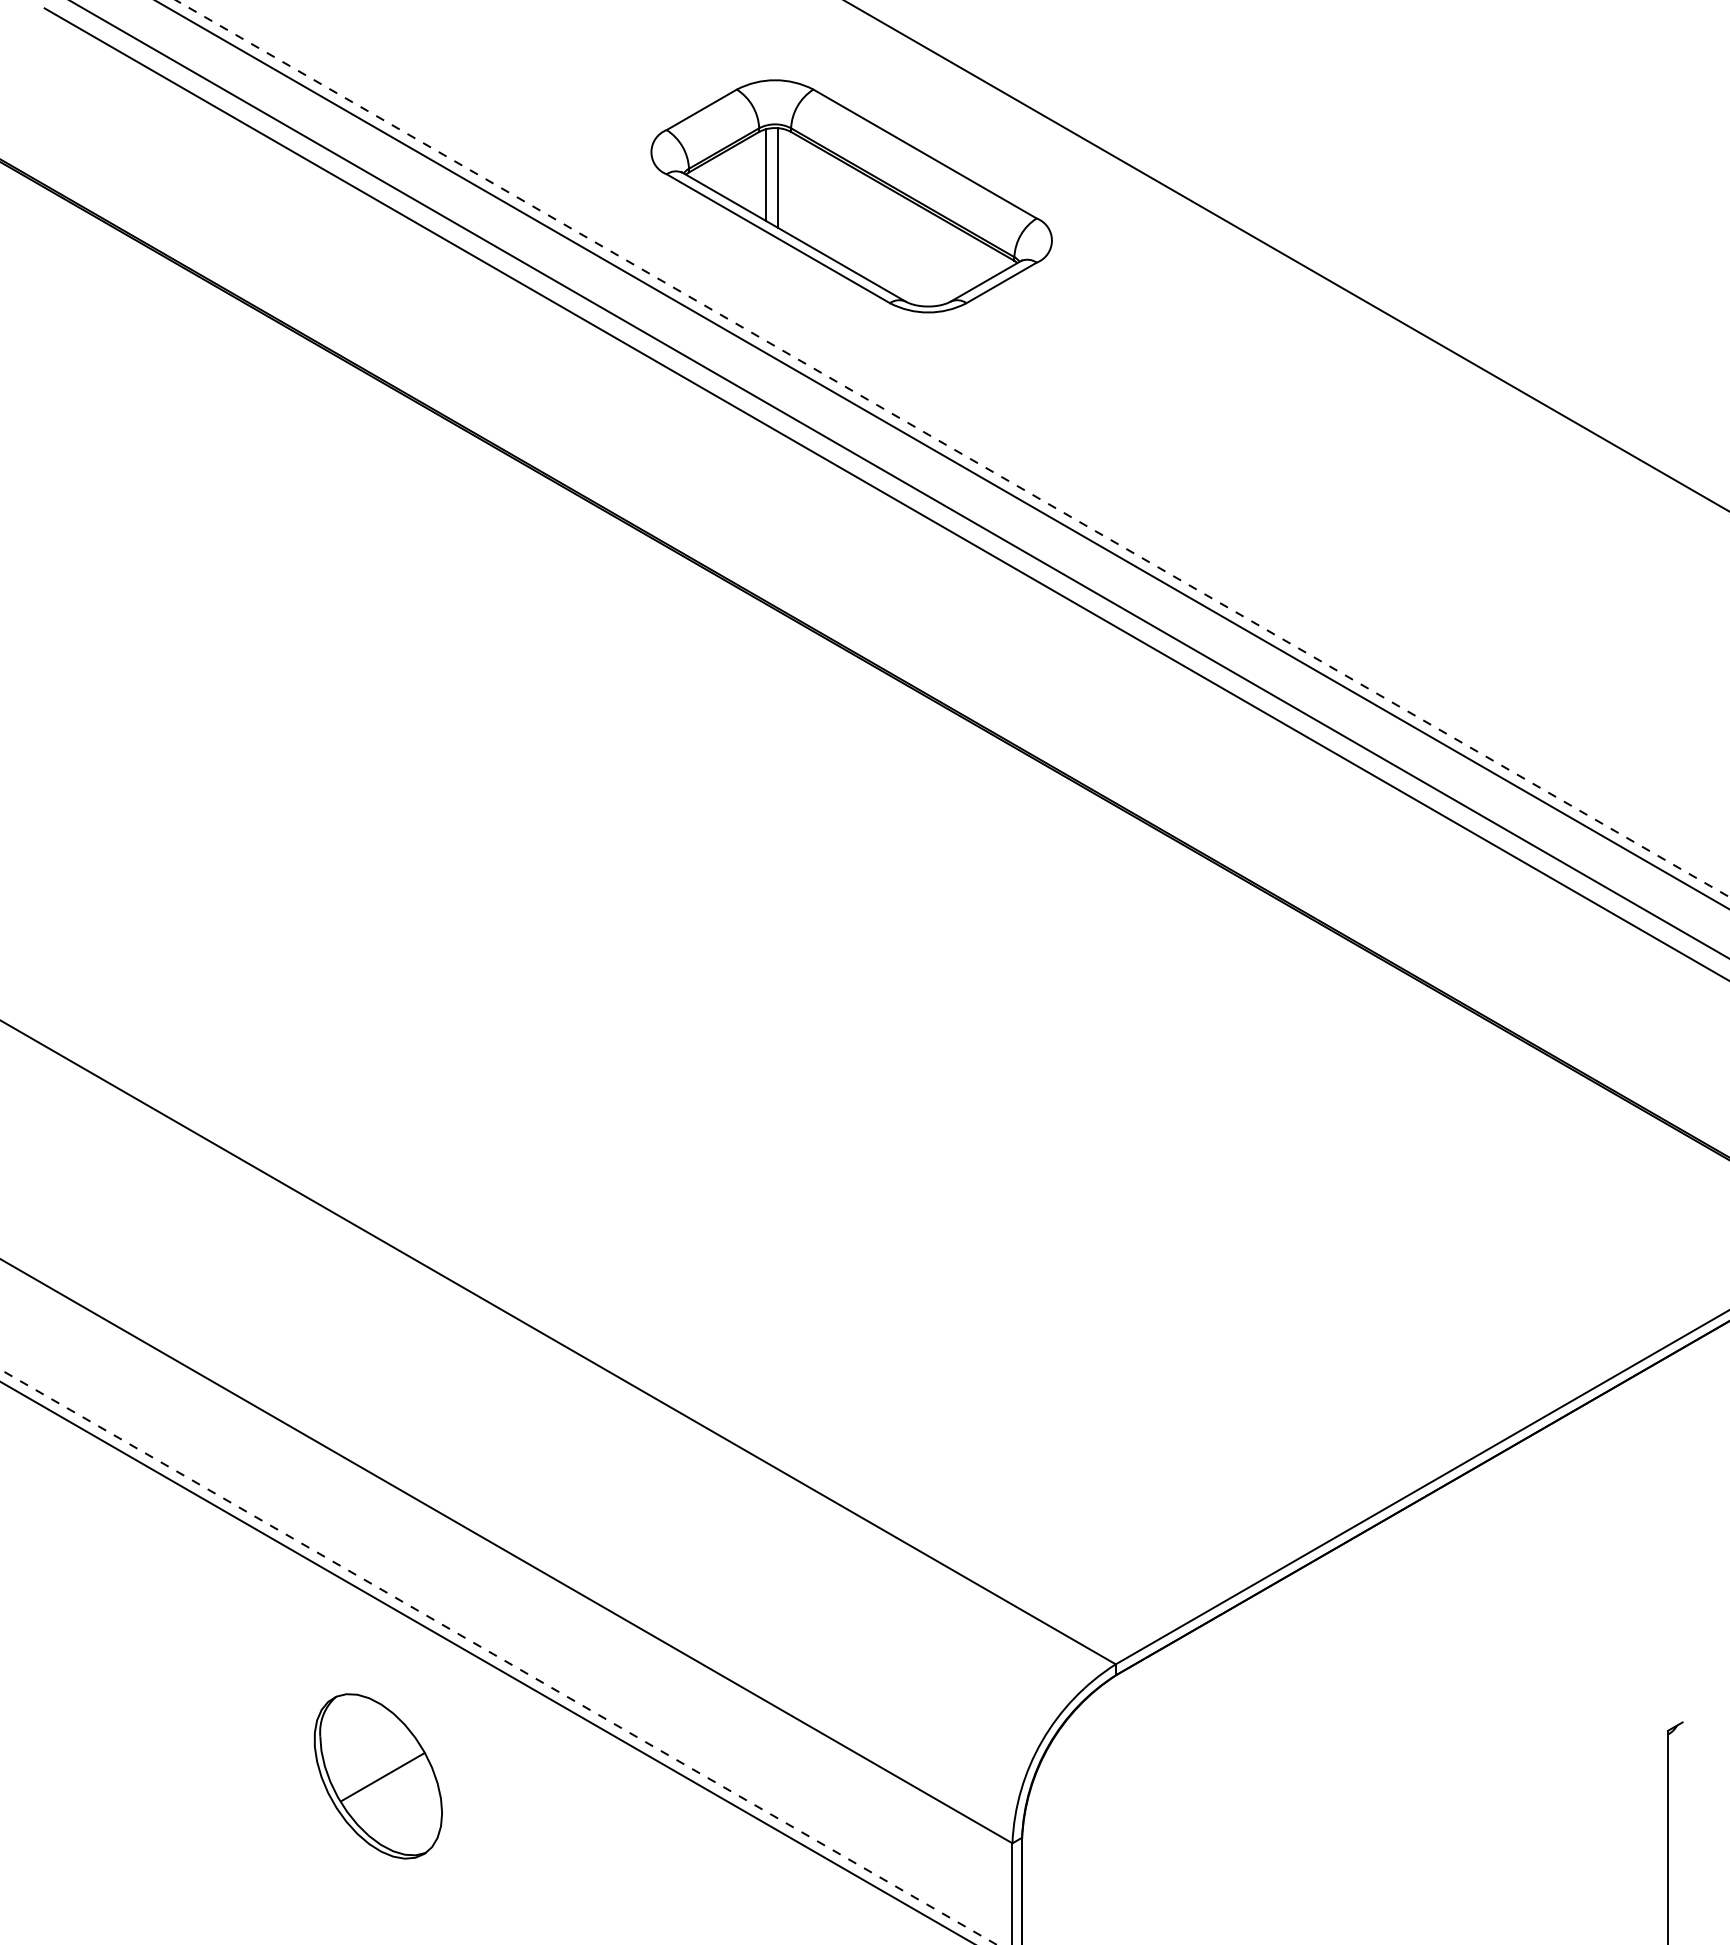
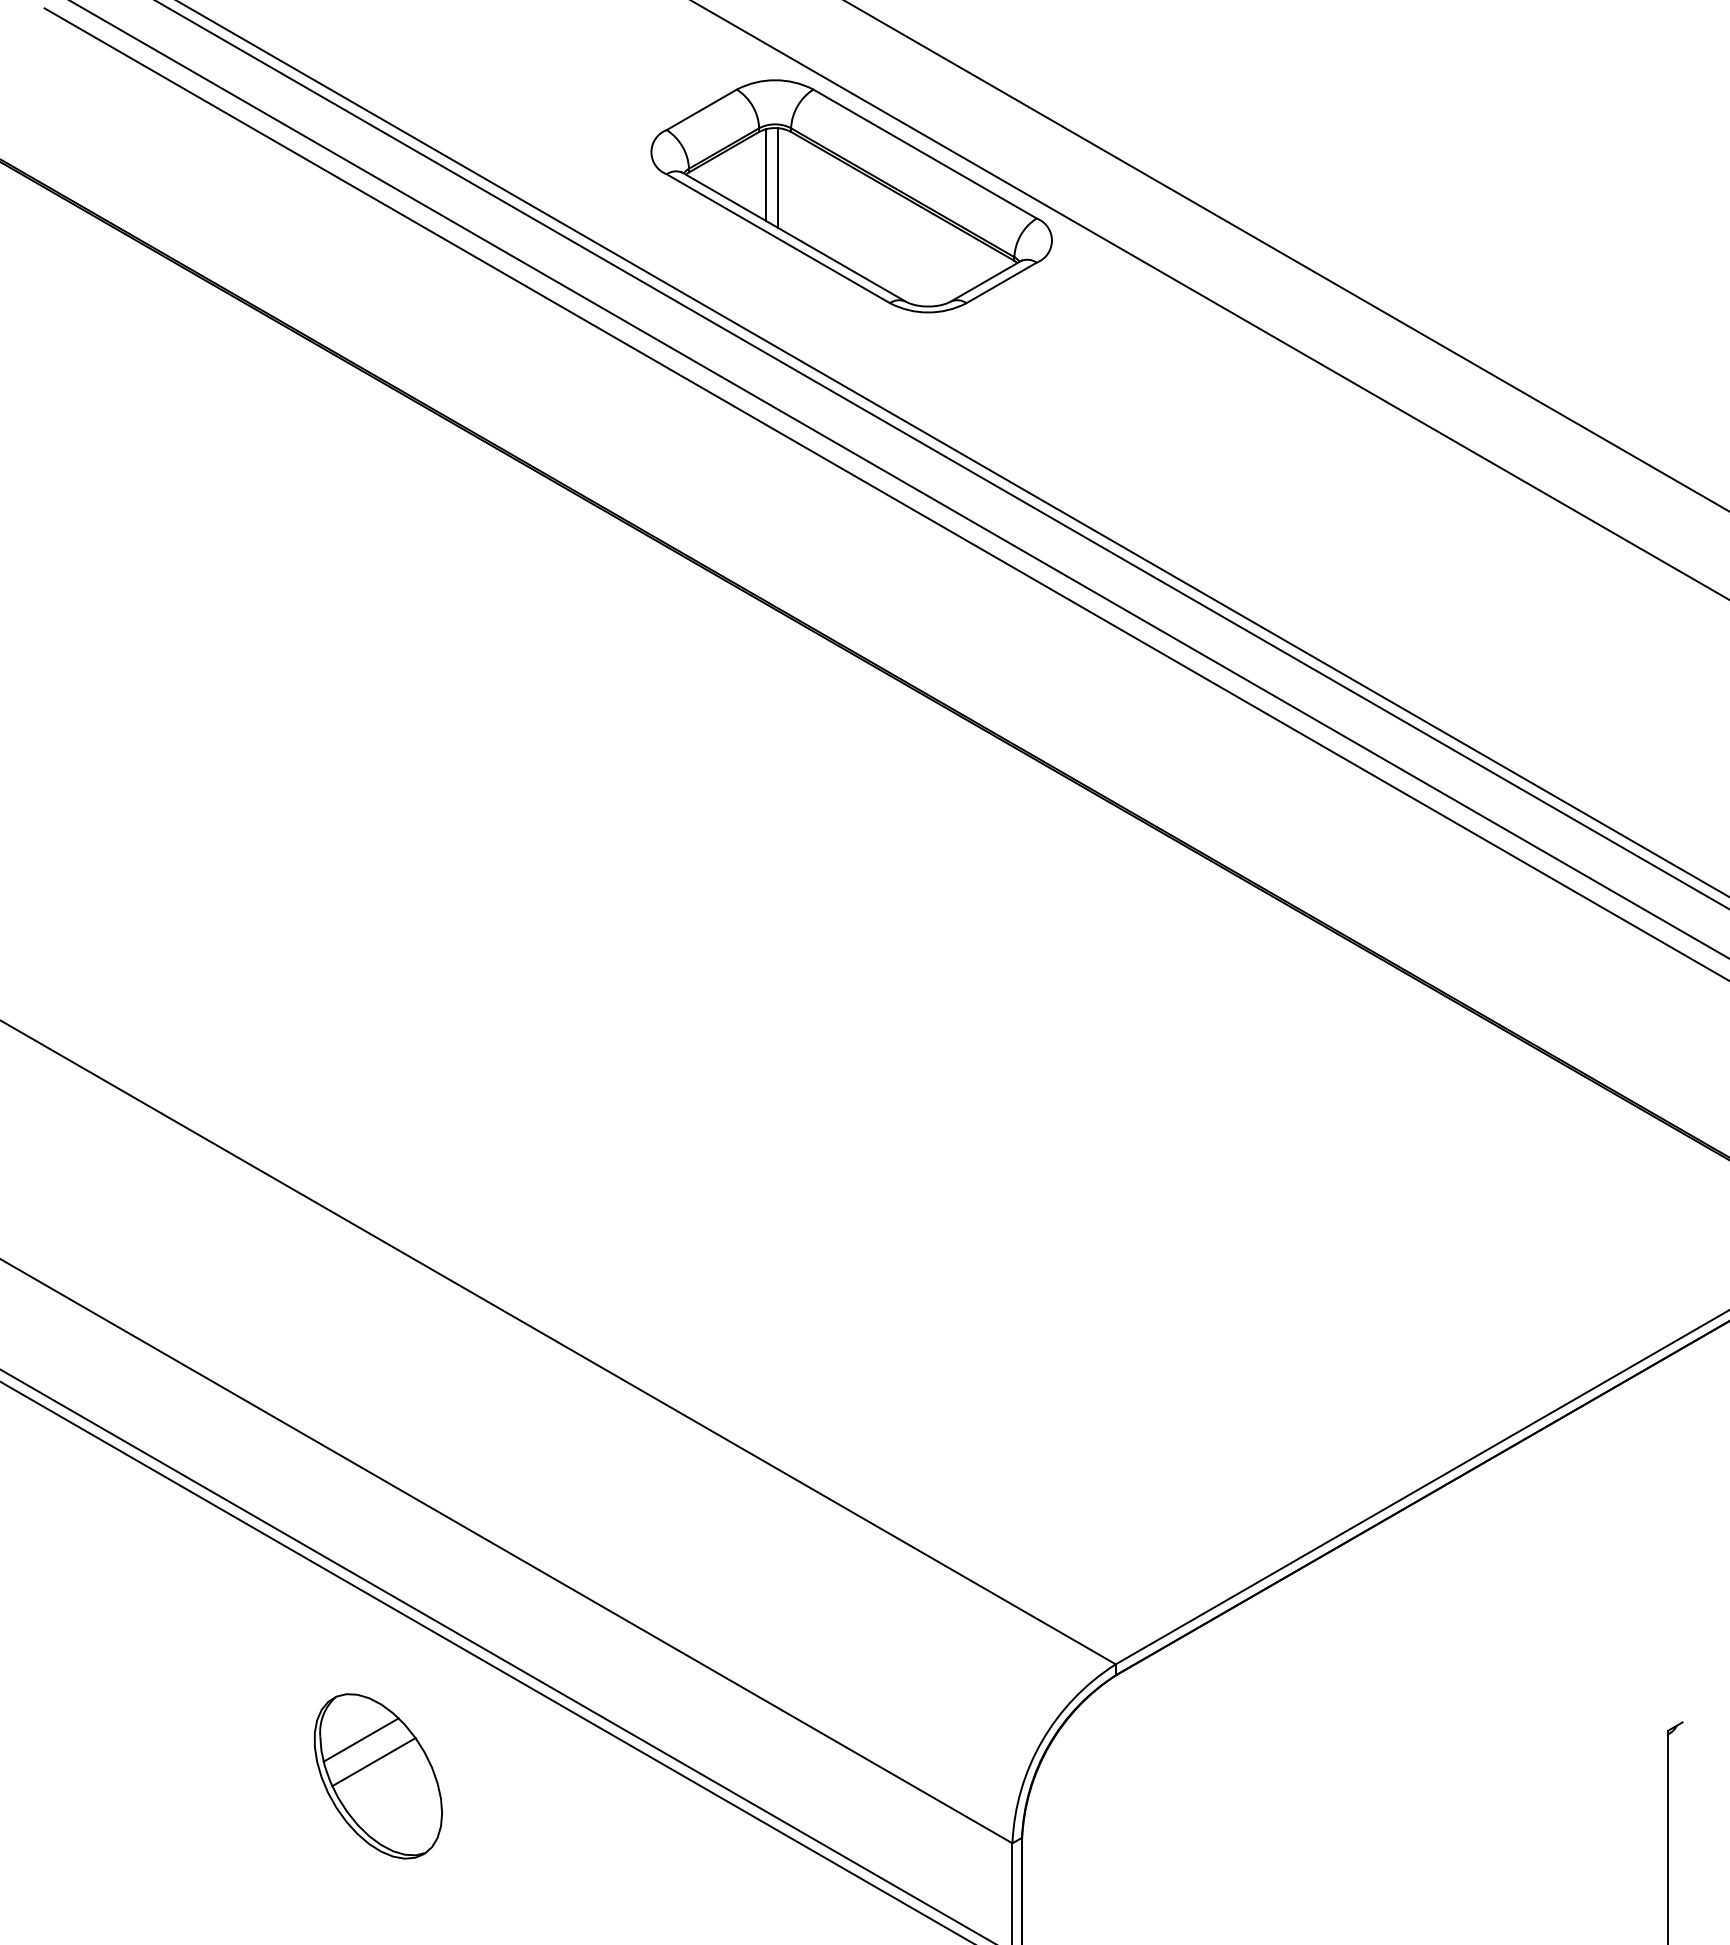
line at (1210, 300): none -> present
line at (952, 448): dashed -> solid
line at (498, 1657): dashed -> solid
line at (360, 1739): none -> present
line at (382, 1777) position: (382, 1777) -> (373, 1762)
